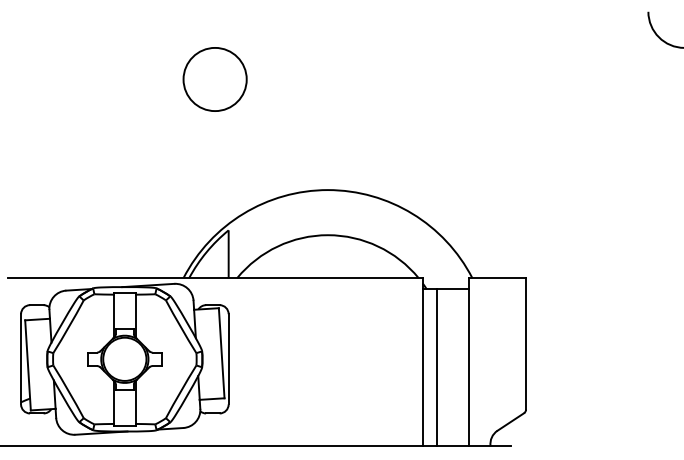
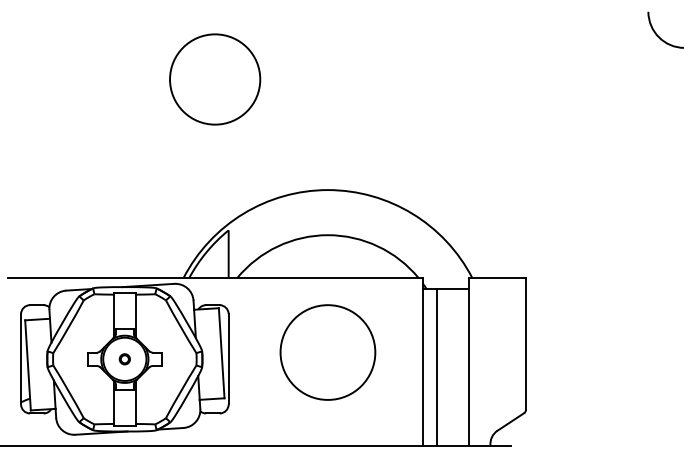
circle at (214, 79) diameter: 63 px -> 90 px
circle at (327, 352): none -> present
part at (124, 359): none -> present
